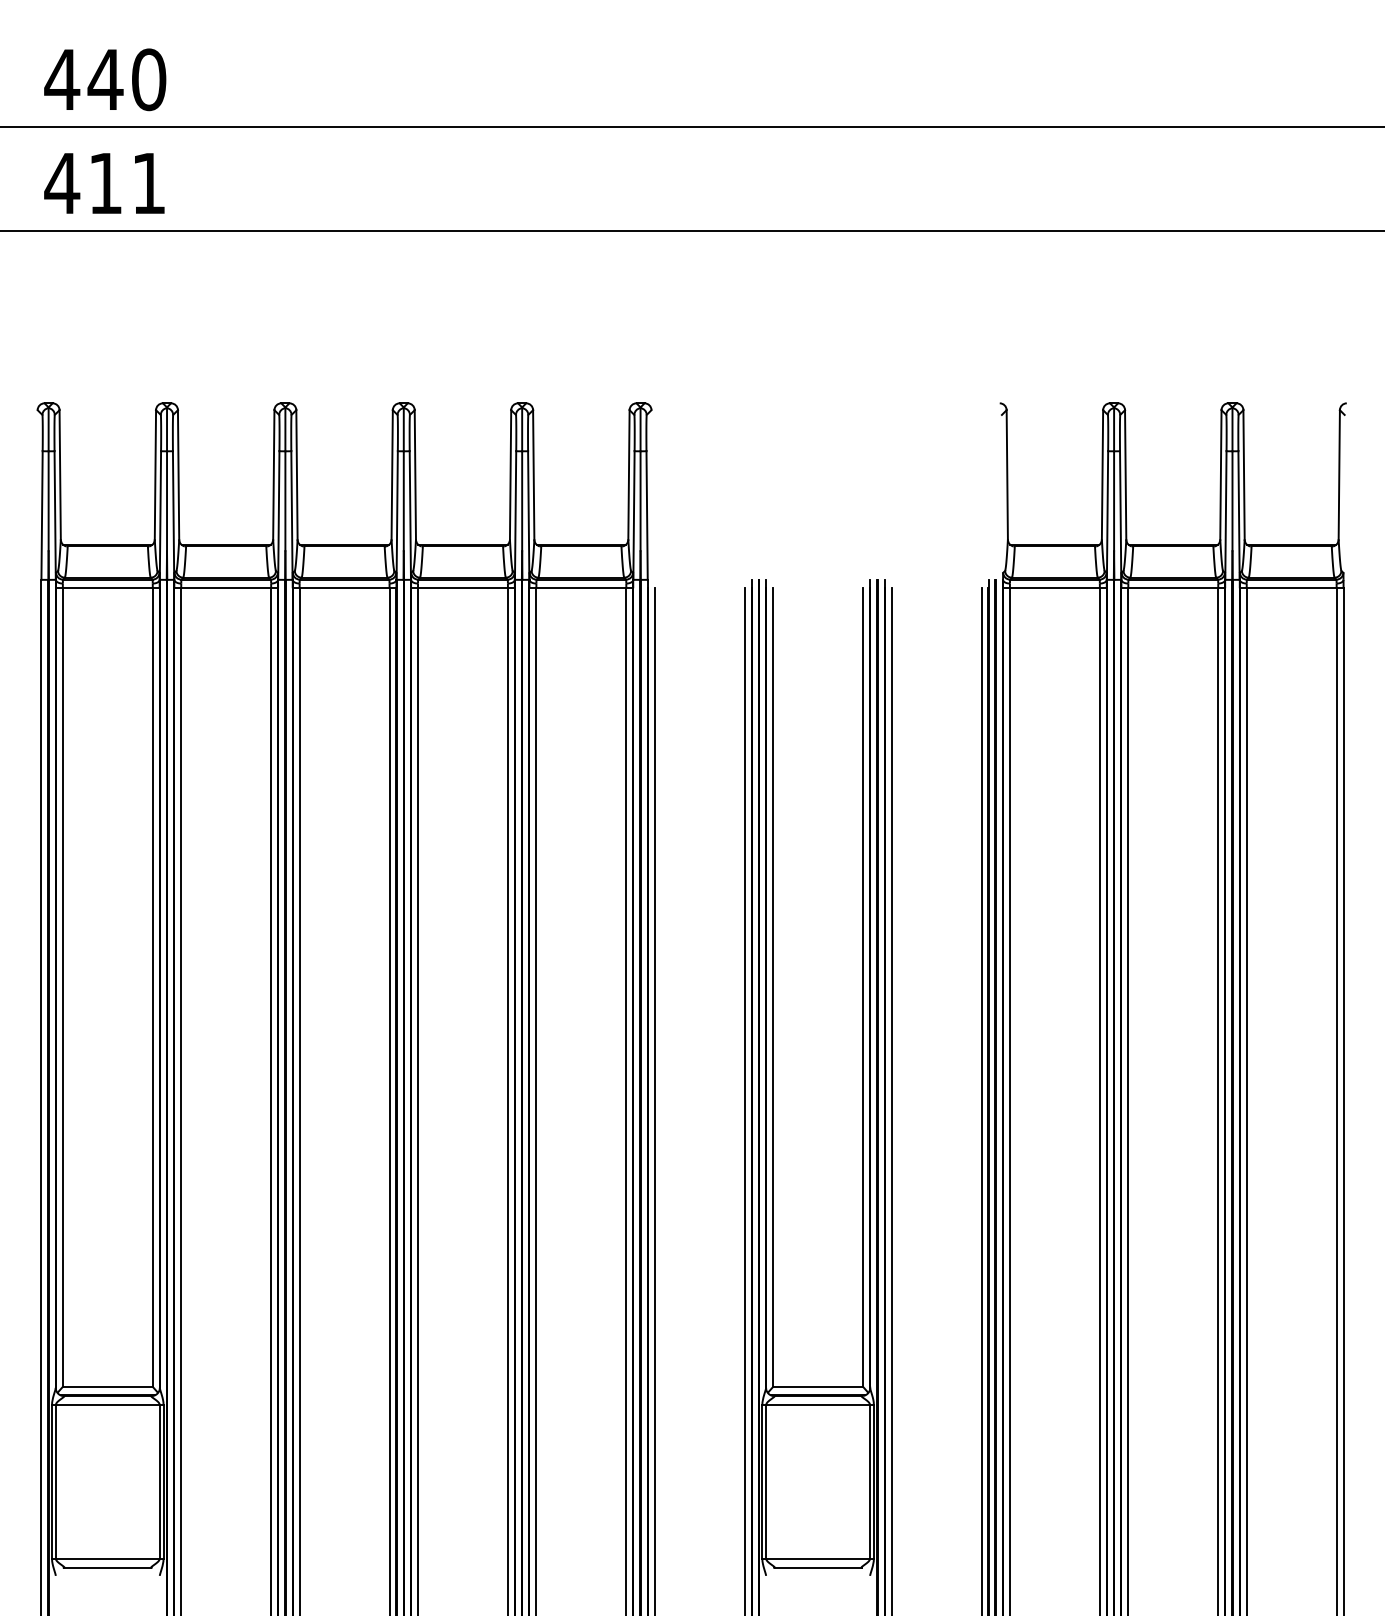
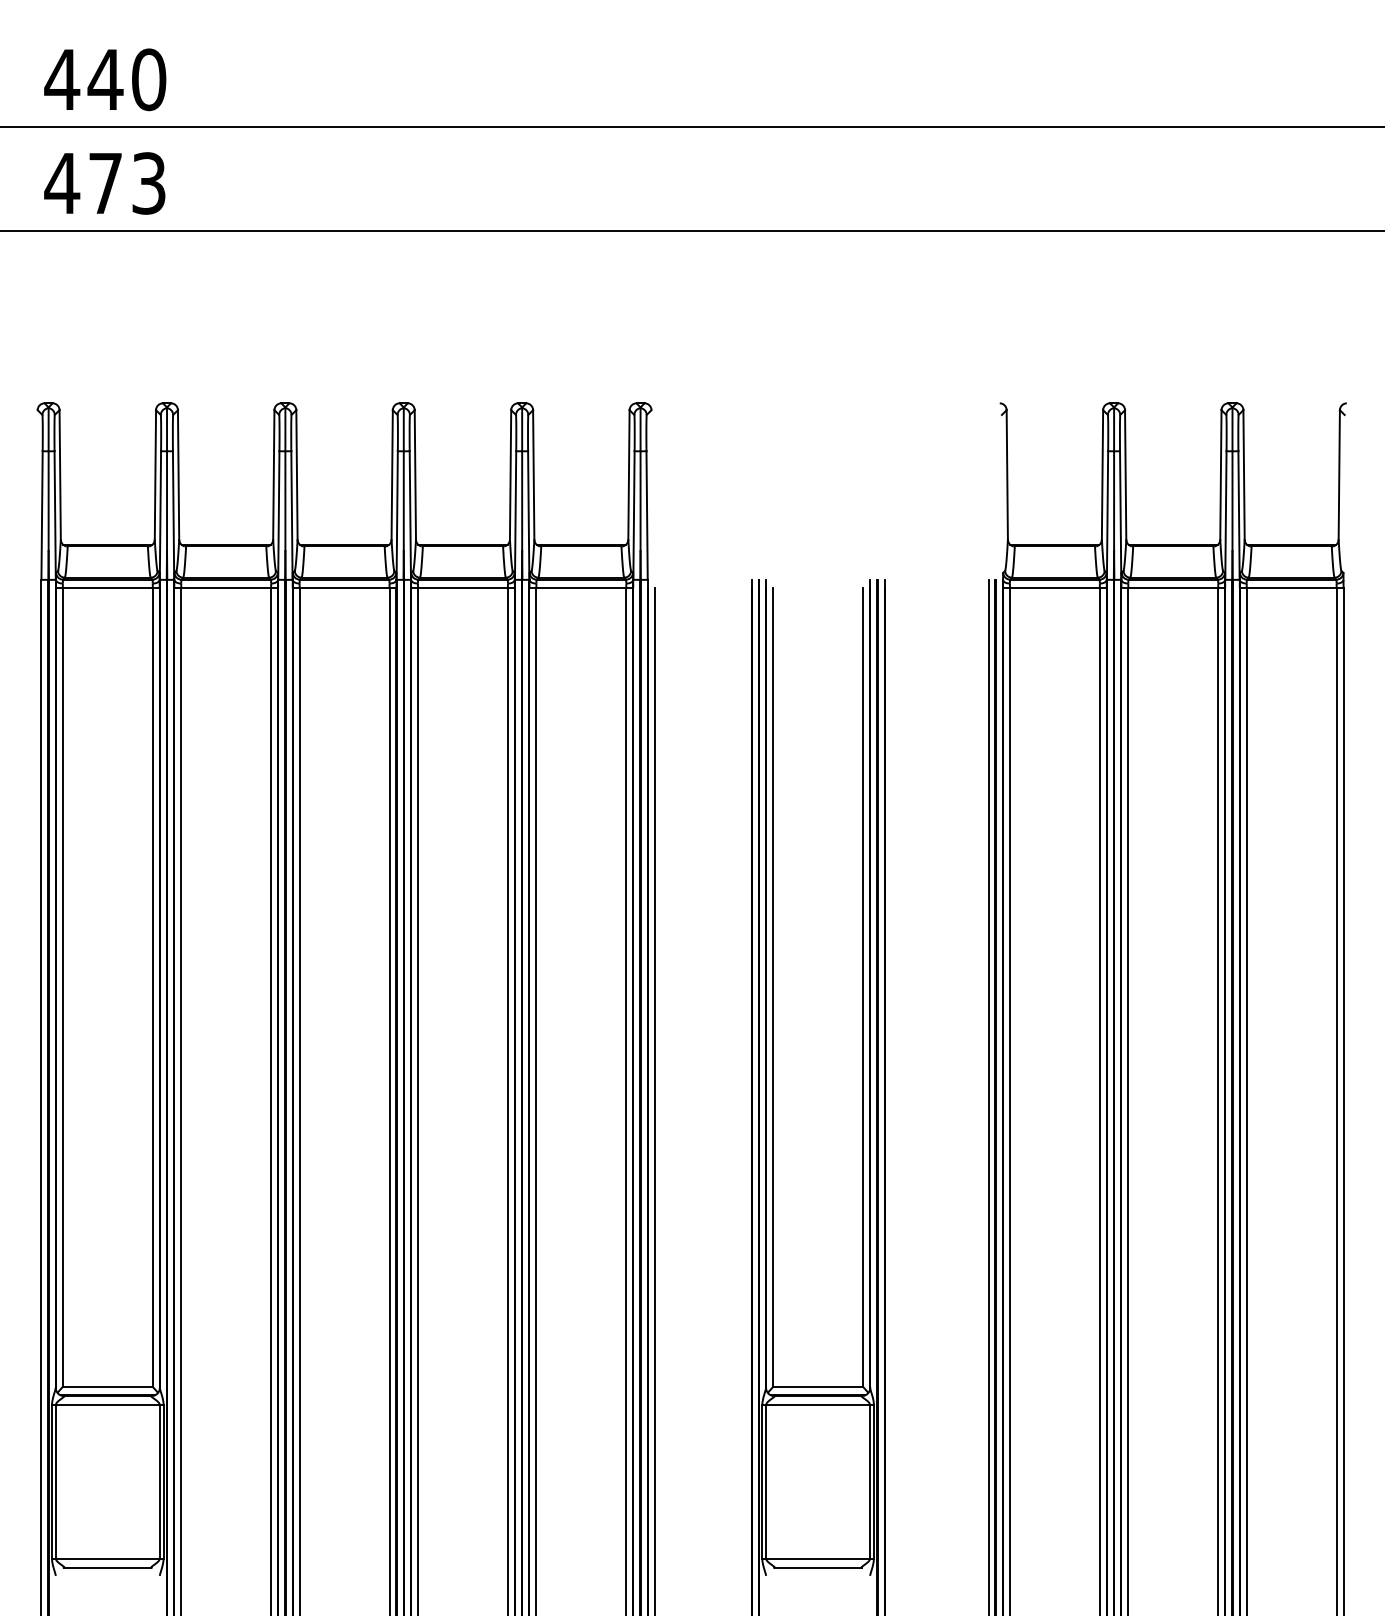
text at (127, 183): 411 -> 473
line at (744, 1100): present -> none
line at (891, 1100): present -> none
line at (981, 1100): present -> none
line at (988, 1100): present -> none
